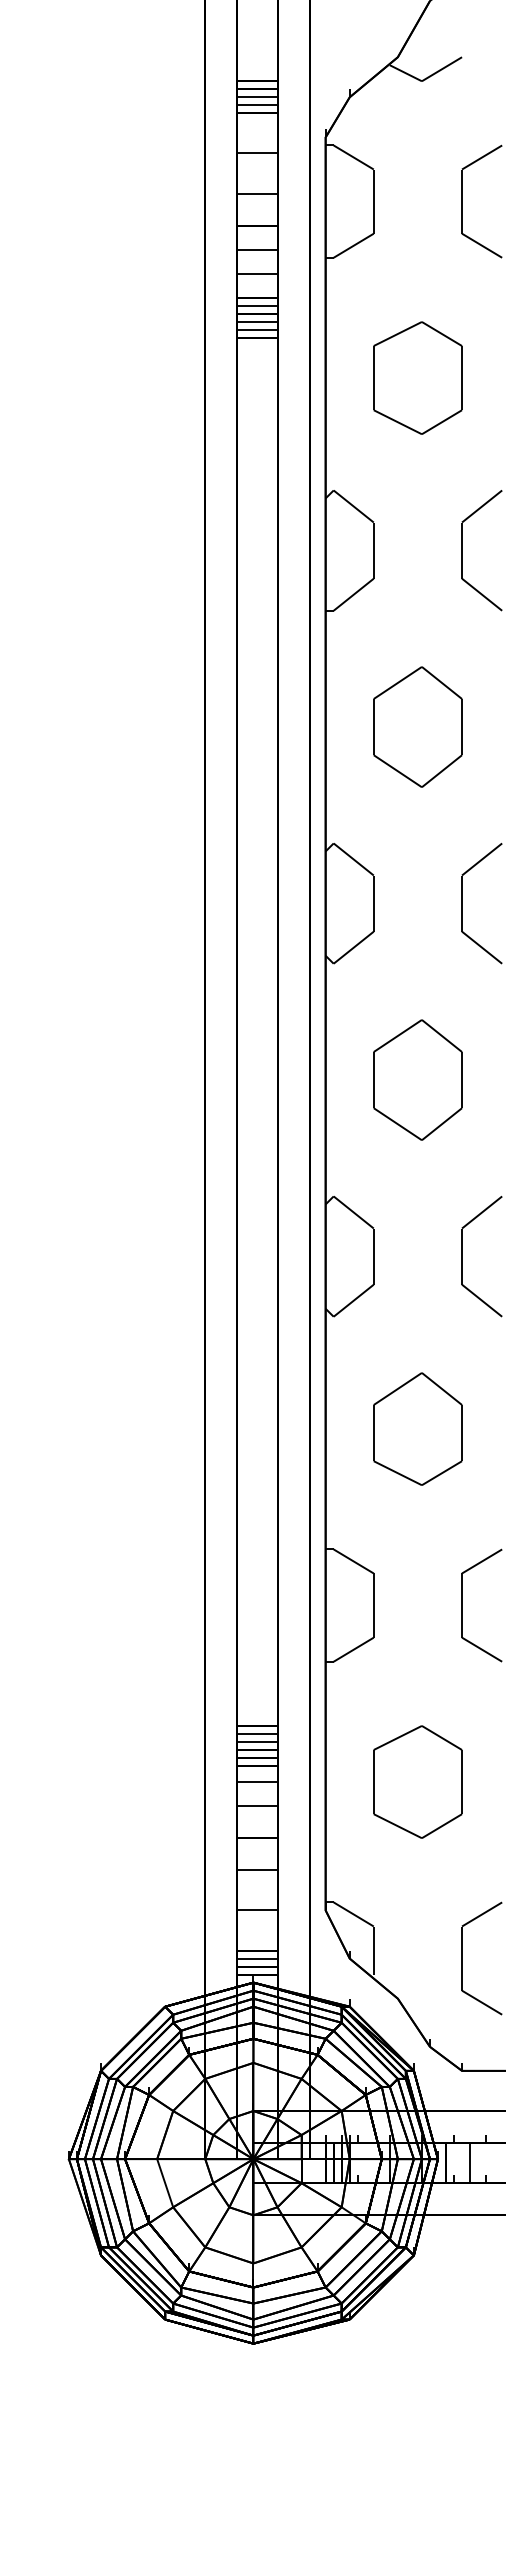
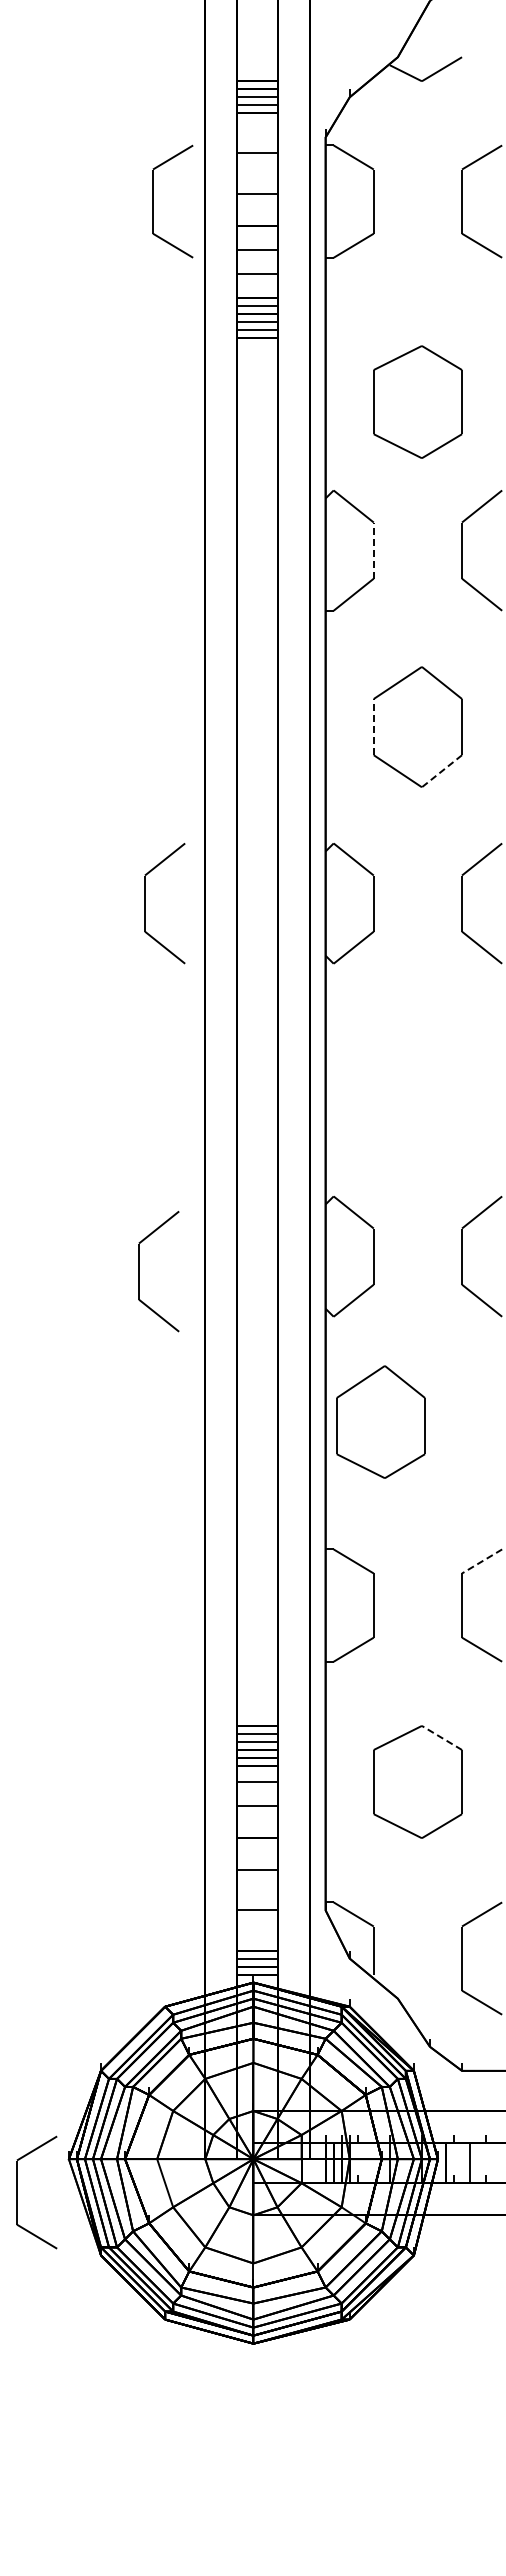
part at (153, 201): none -> present
part at (417, 377) position: (417, 377) -> (417, 401)
line at (373, 550): solid -> dashed
line at (373, 726): solid -> dashed
line at (441, 771): solid -> dashed
part at (145, 903): none -> present
part at (417, 1079): present -> none
part at (139, 1271): none -> present
part at (417, 1428) position: (417, 1428) -> (380, 1421)
line at (481, 1561): solid -> dashed
line at (441, 1737): solid -> dashed
part at (17, 2192): none -> present
